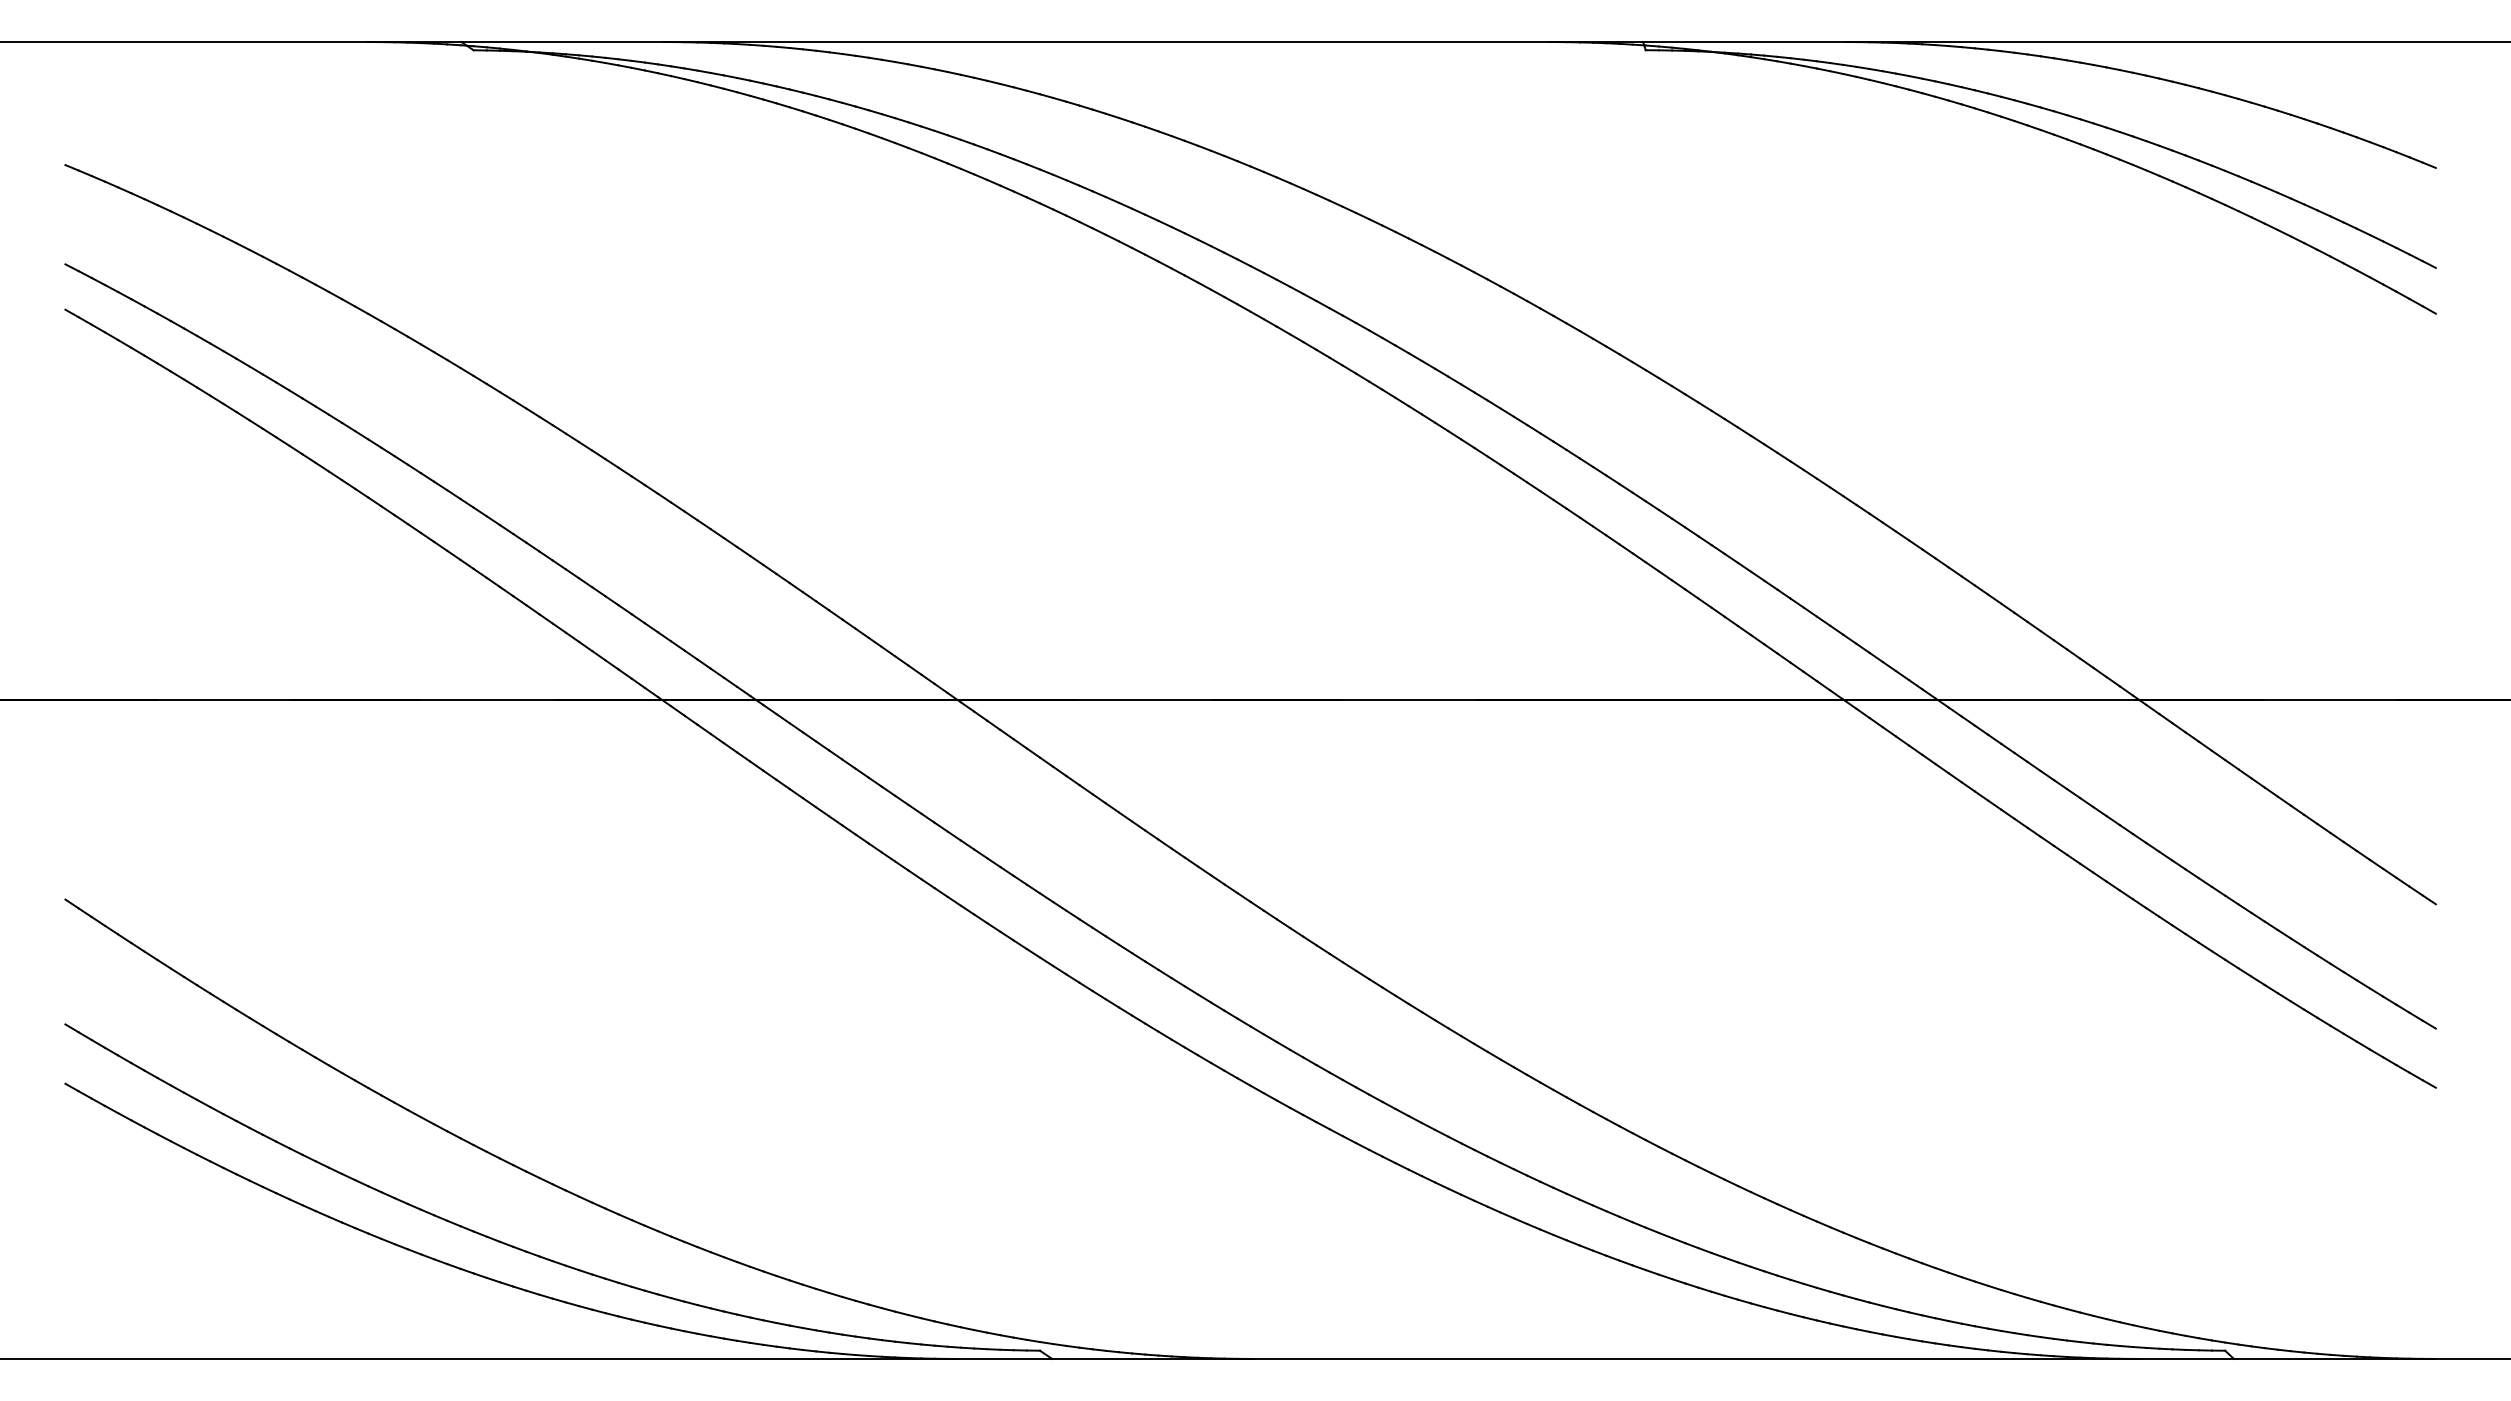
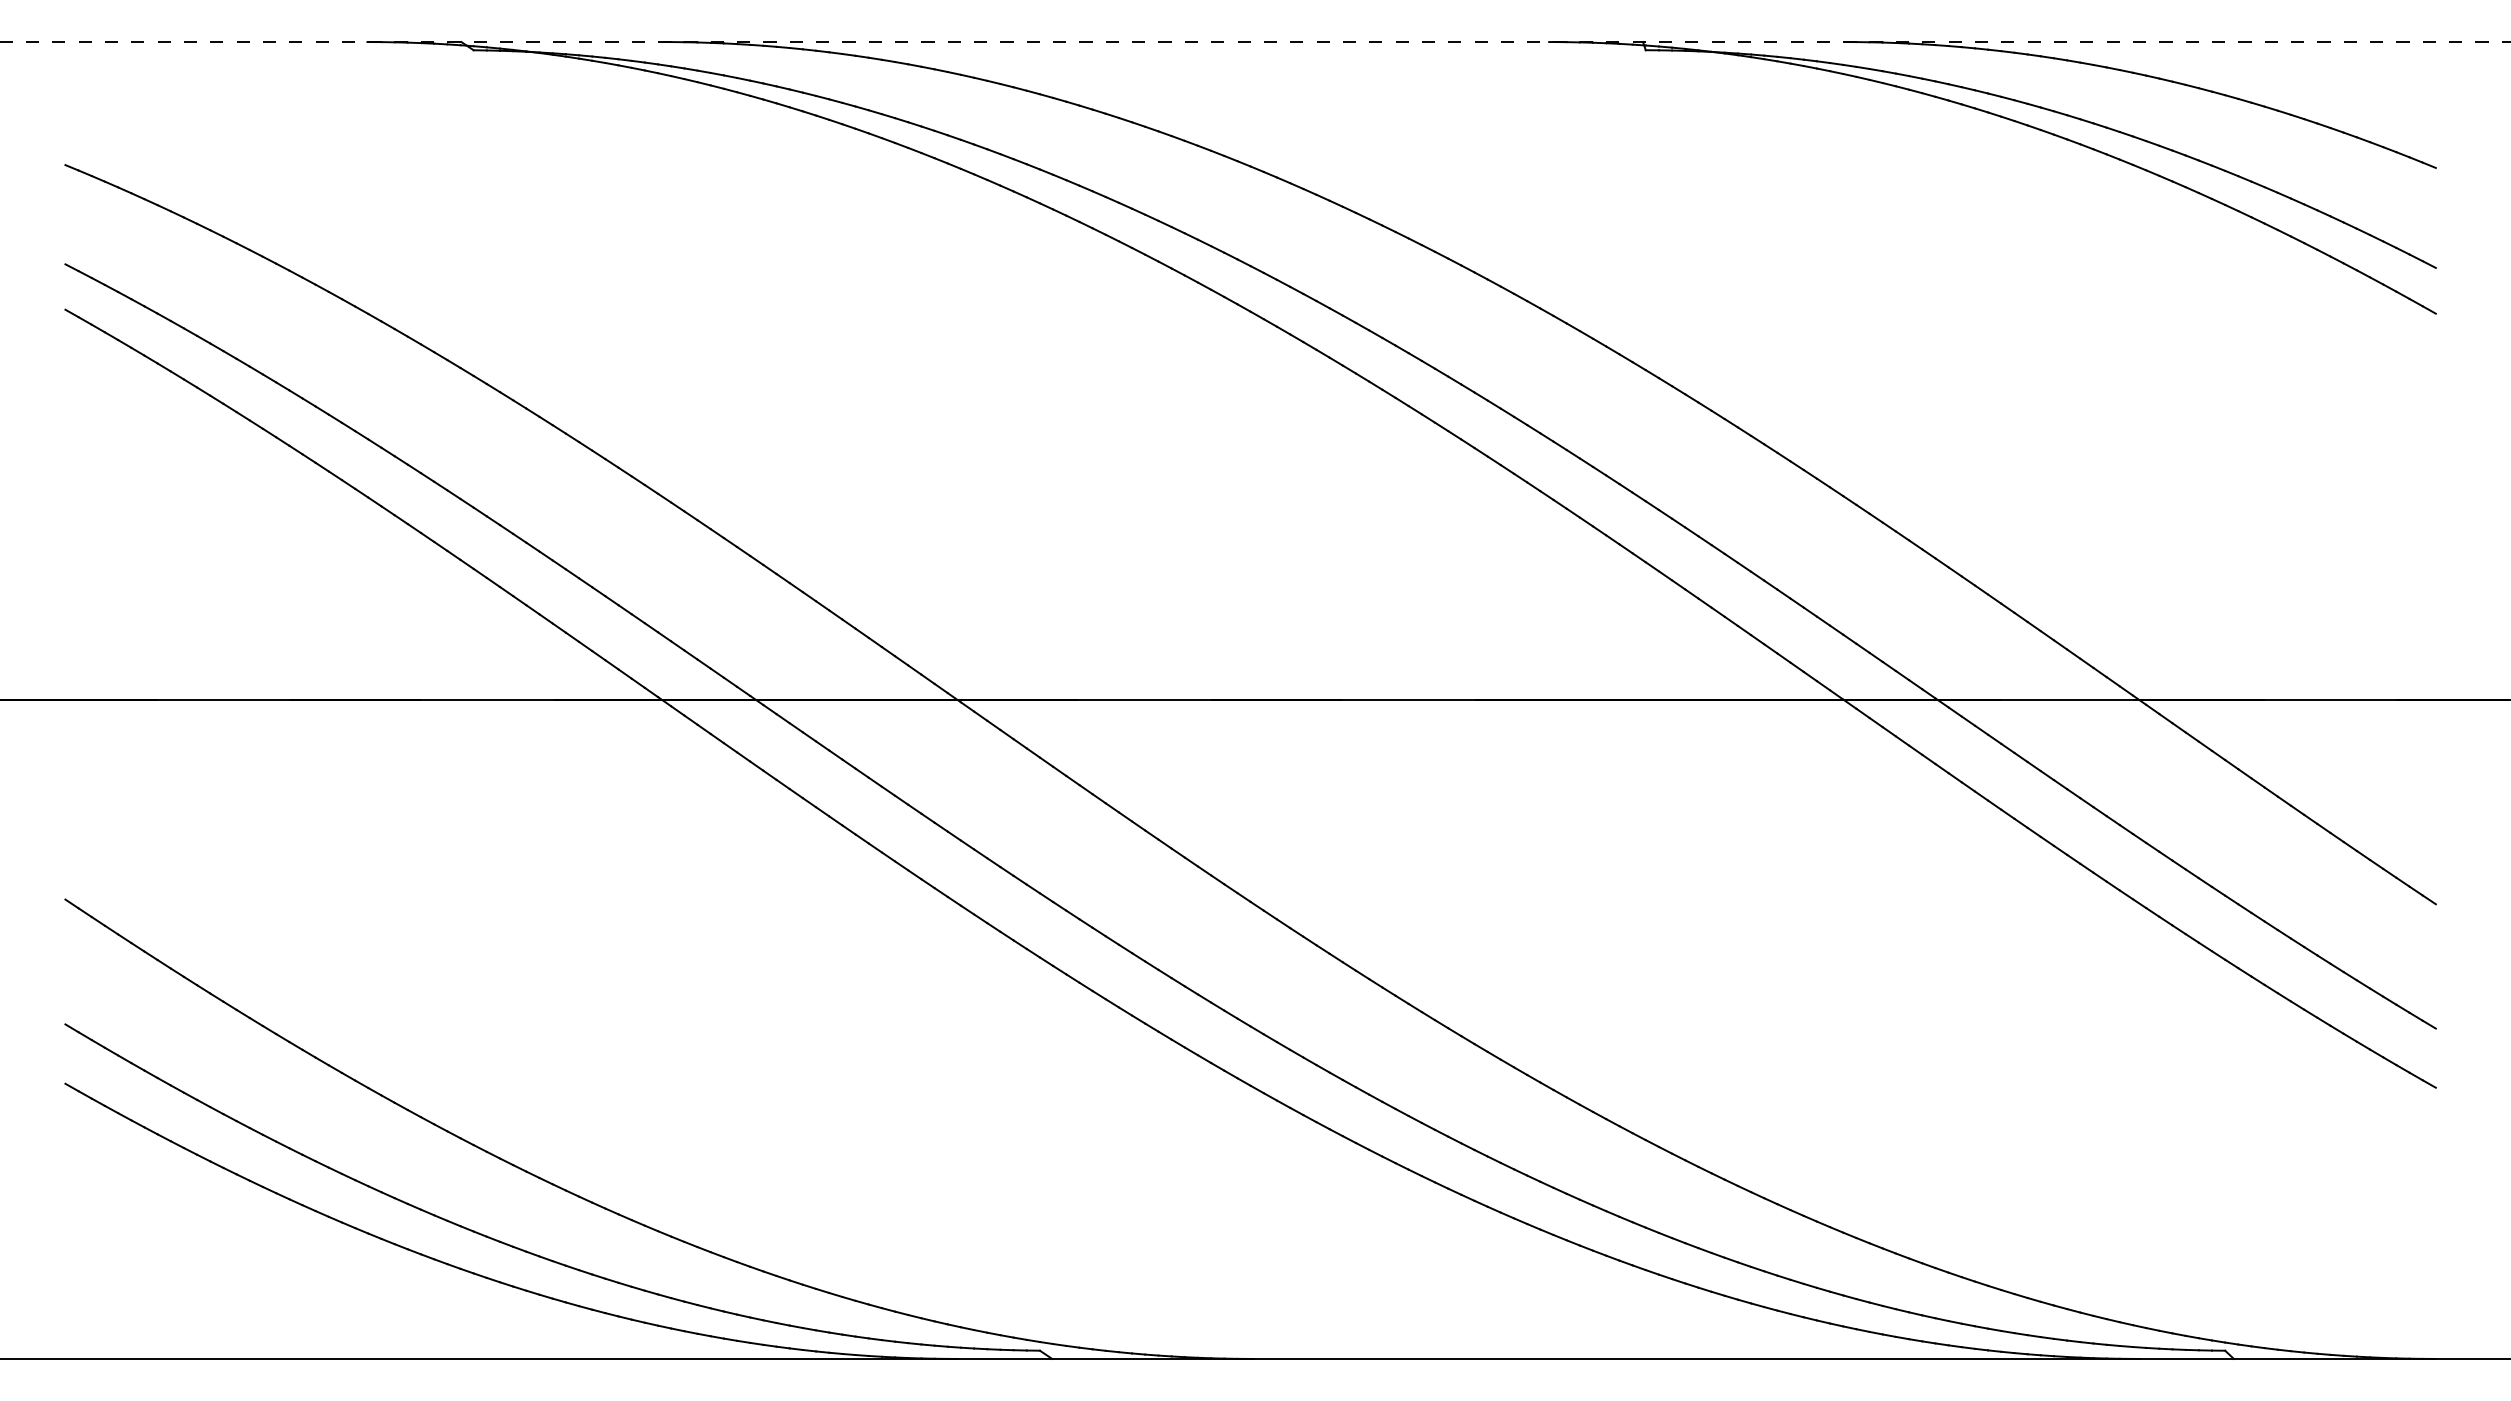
line at (1254, 42): solid -> dashed
